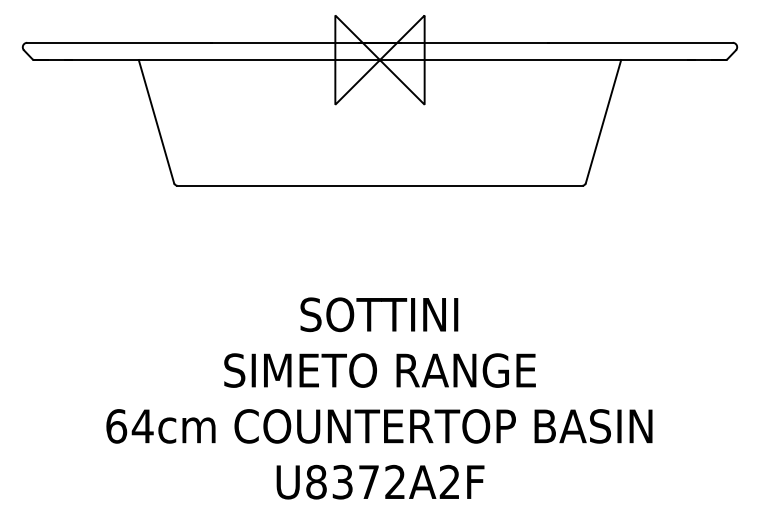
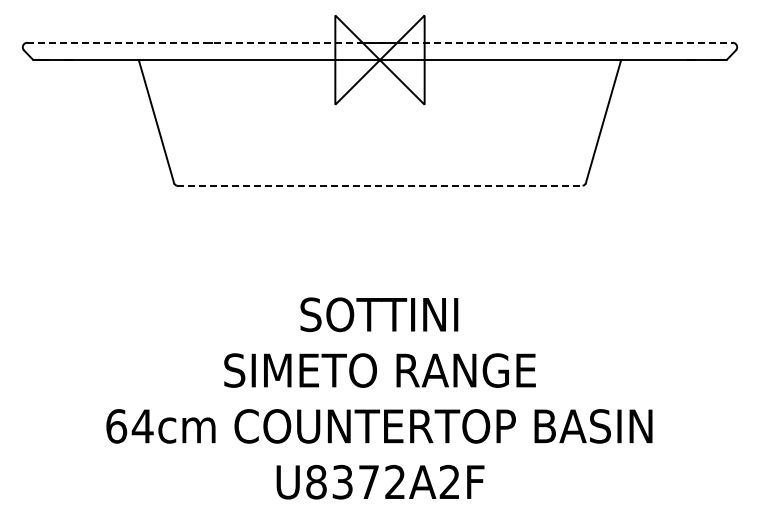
line at (380, 42): solid -> dashed
line at (380, 185): solid -> dashed
